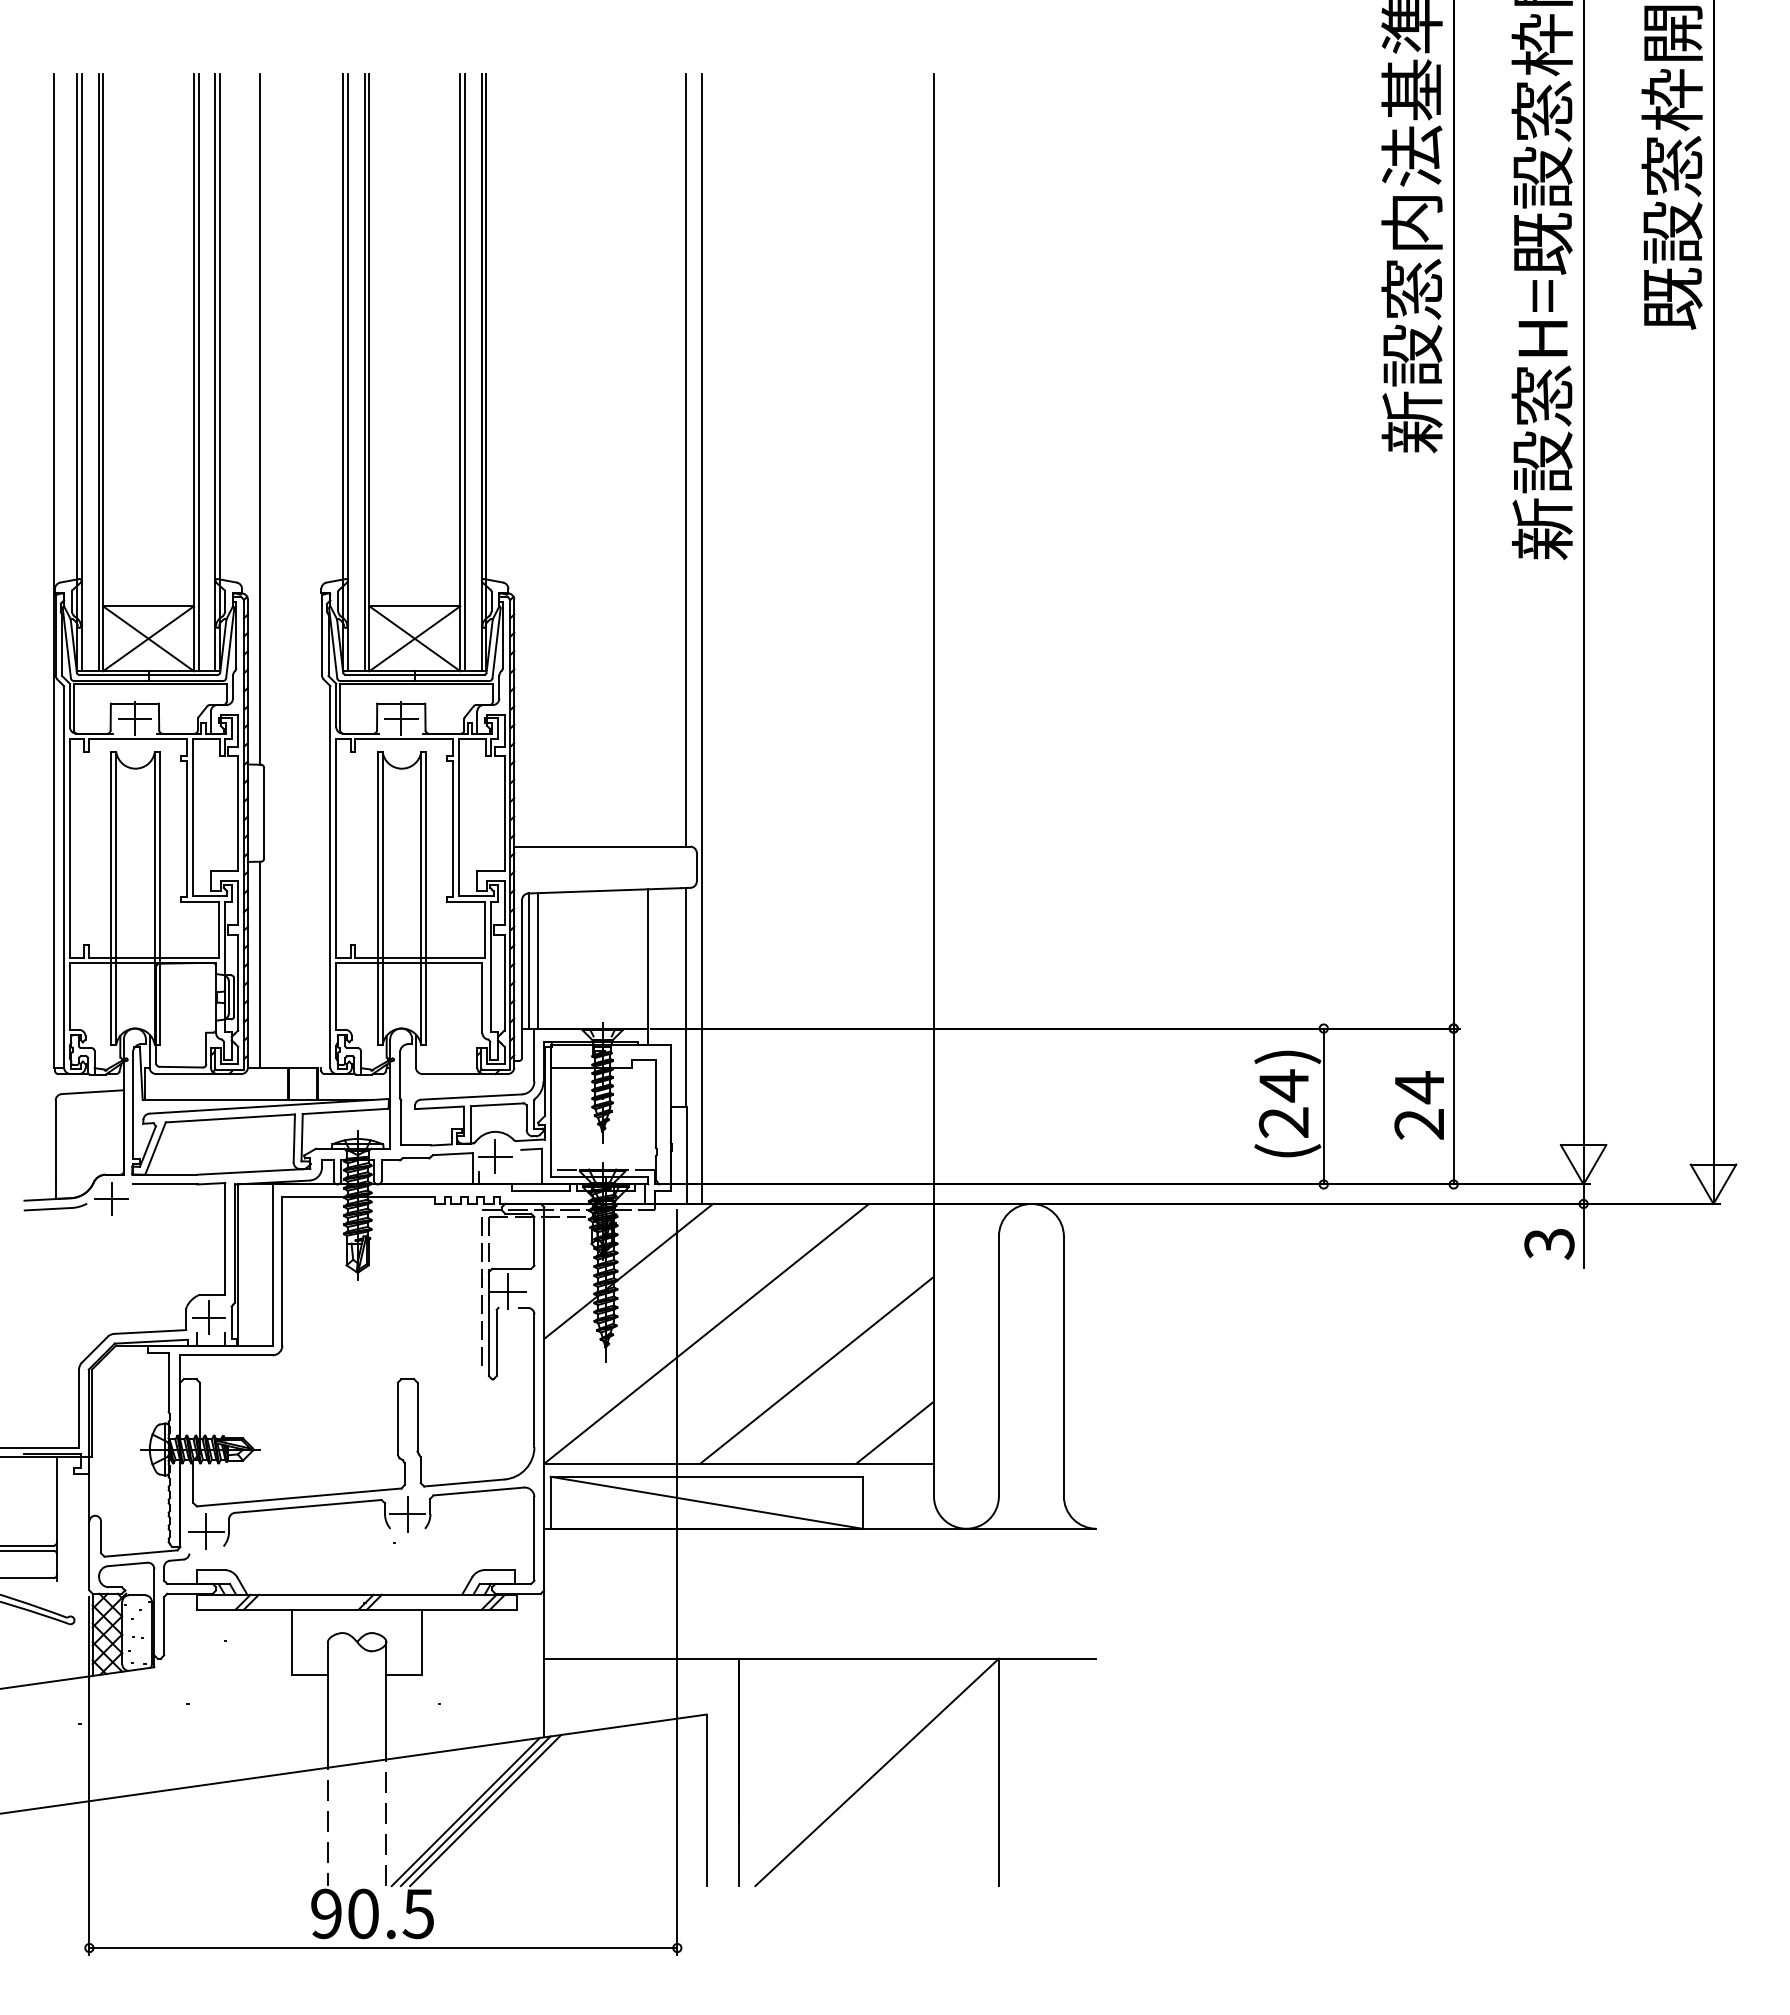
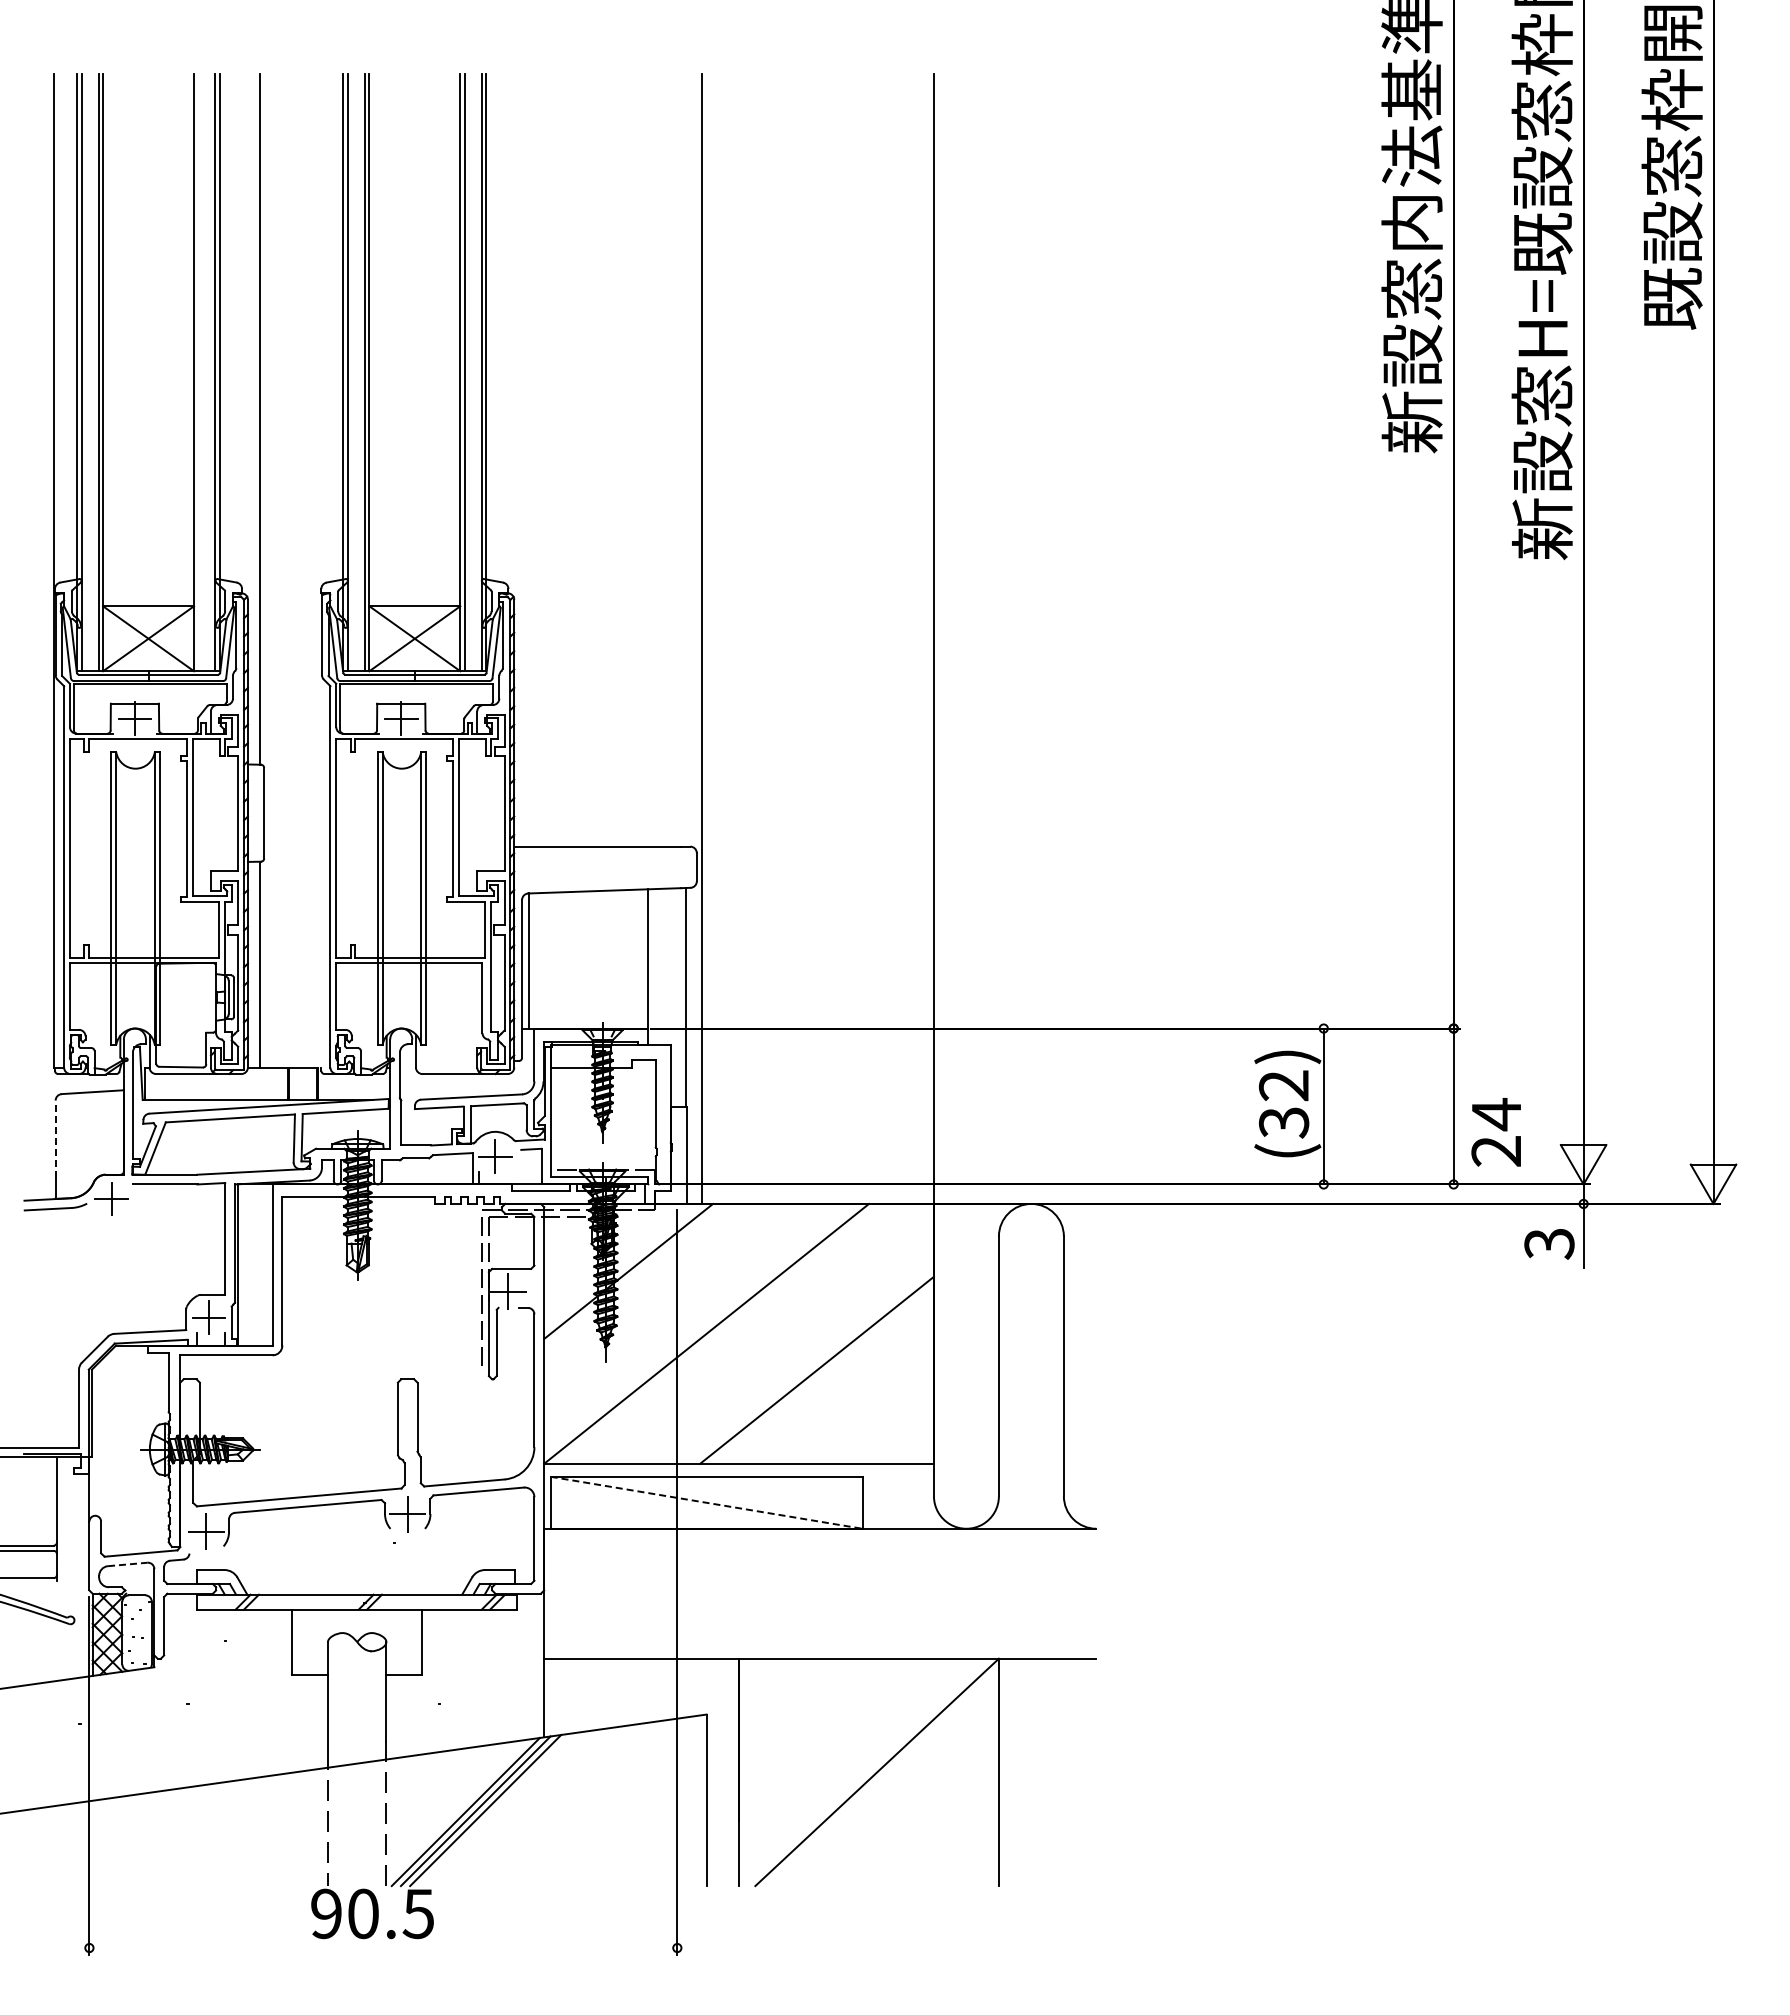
line at (198, 372): present -> none
line at (685, 459): present -> none
line at (537, 960): present -> none
text at (1284, 1103): (24) -> (32)
text at (1418, 1105) position: (1418, 1105) -> (1495, 1132)
line at (55, 1138): solid -> dashed
line at (894, 1432): present -> none
line at (707, 1502): solid -> dashed
line at (127, 1564): solid -> dashed
line at (383, 1948): present -> none
